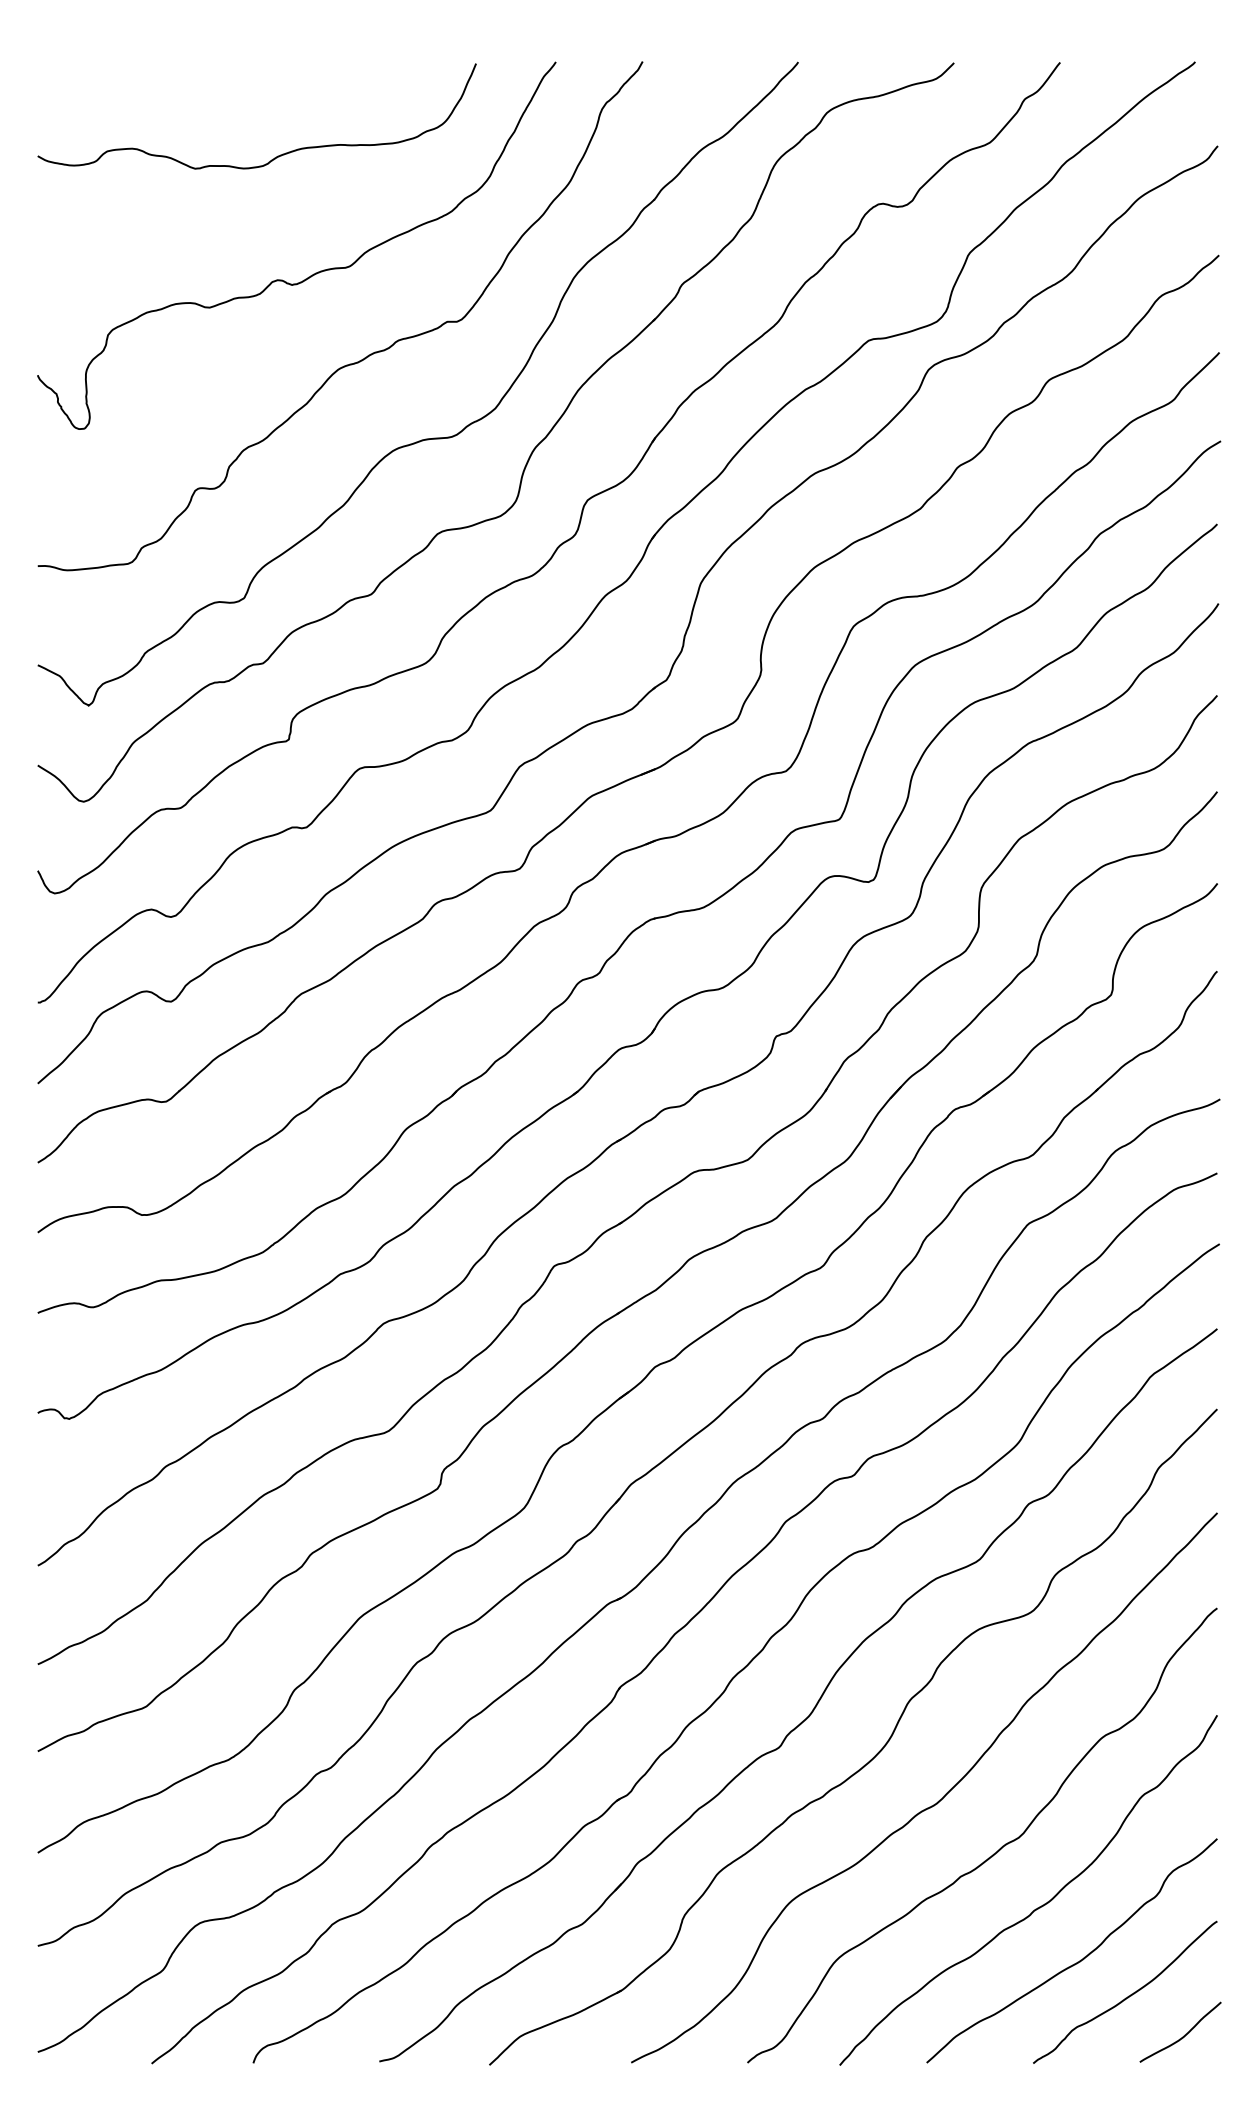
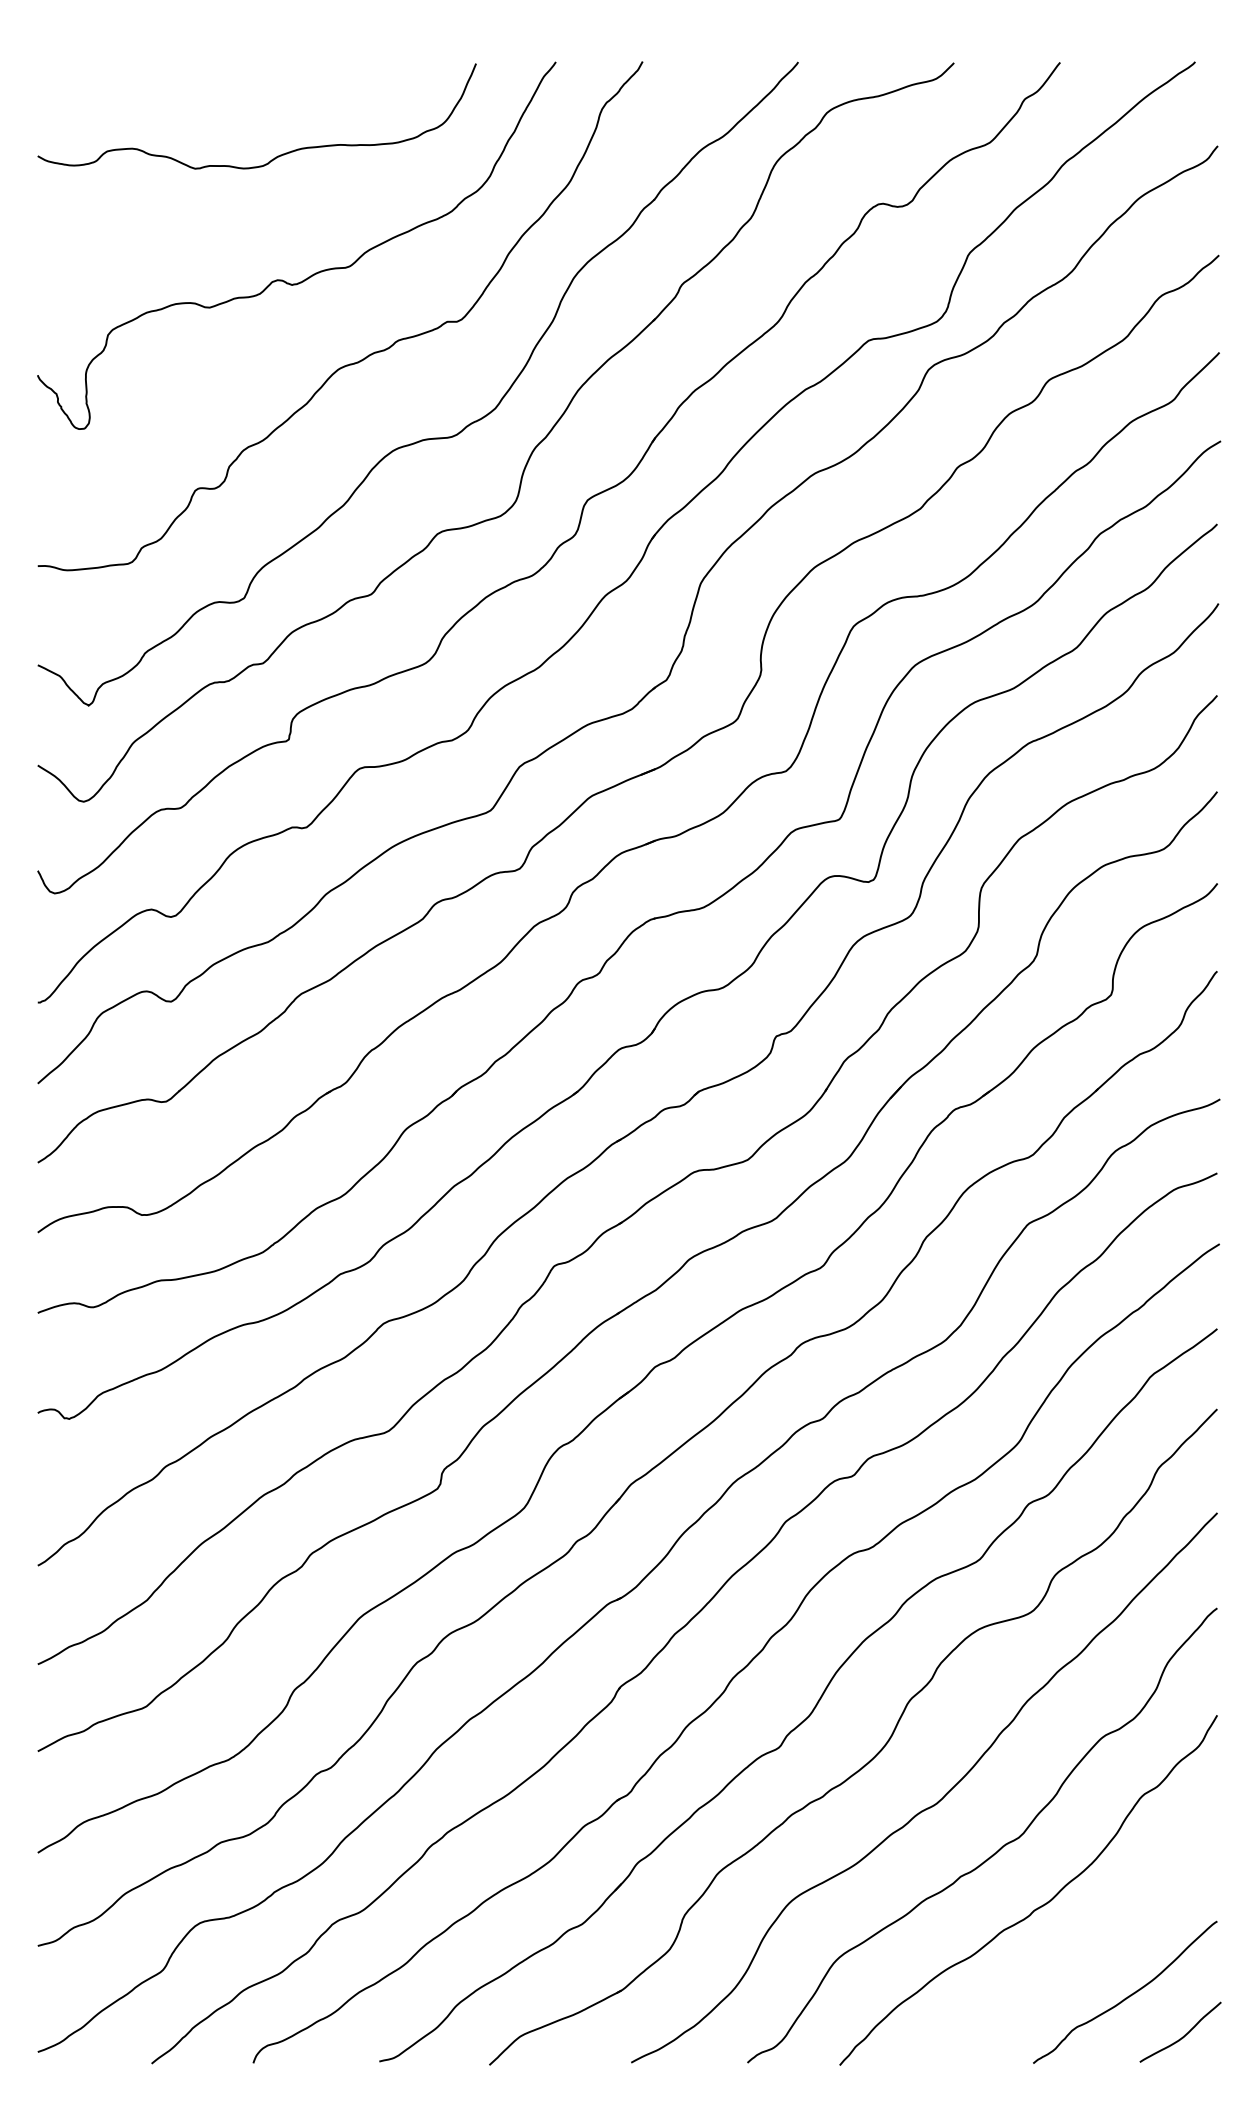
curve at (1077, 1961): present -> none
